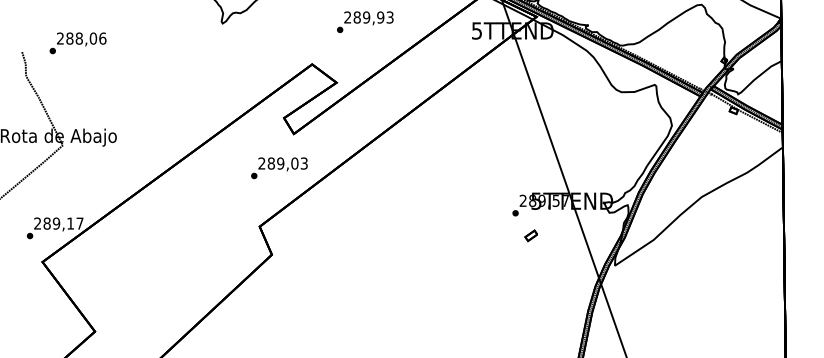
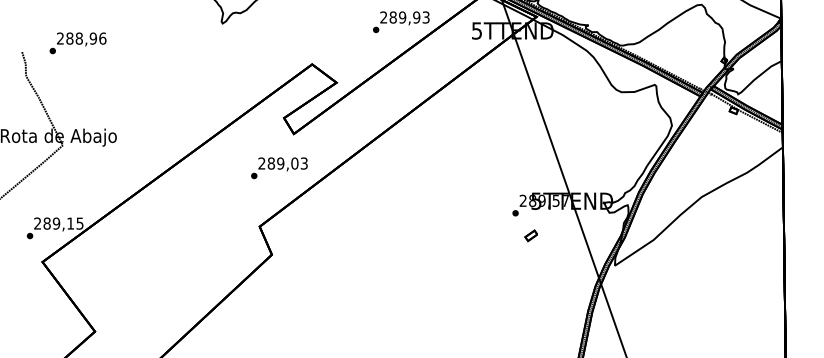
text at (365, 22) position: (365, 22) -> (401, 22)
text at (92, 38): 288,06 -> 288,96
text at (79, 223): 289,17 -> 289,15
